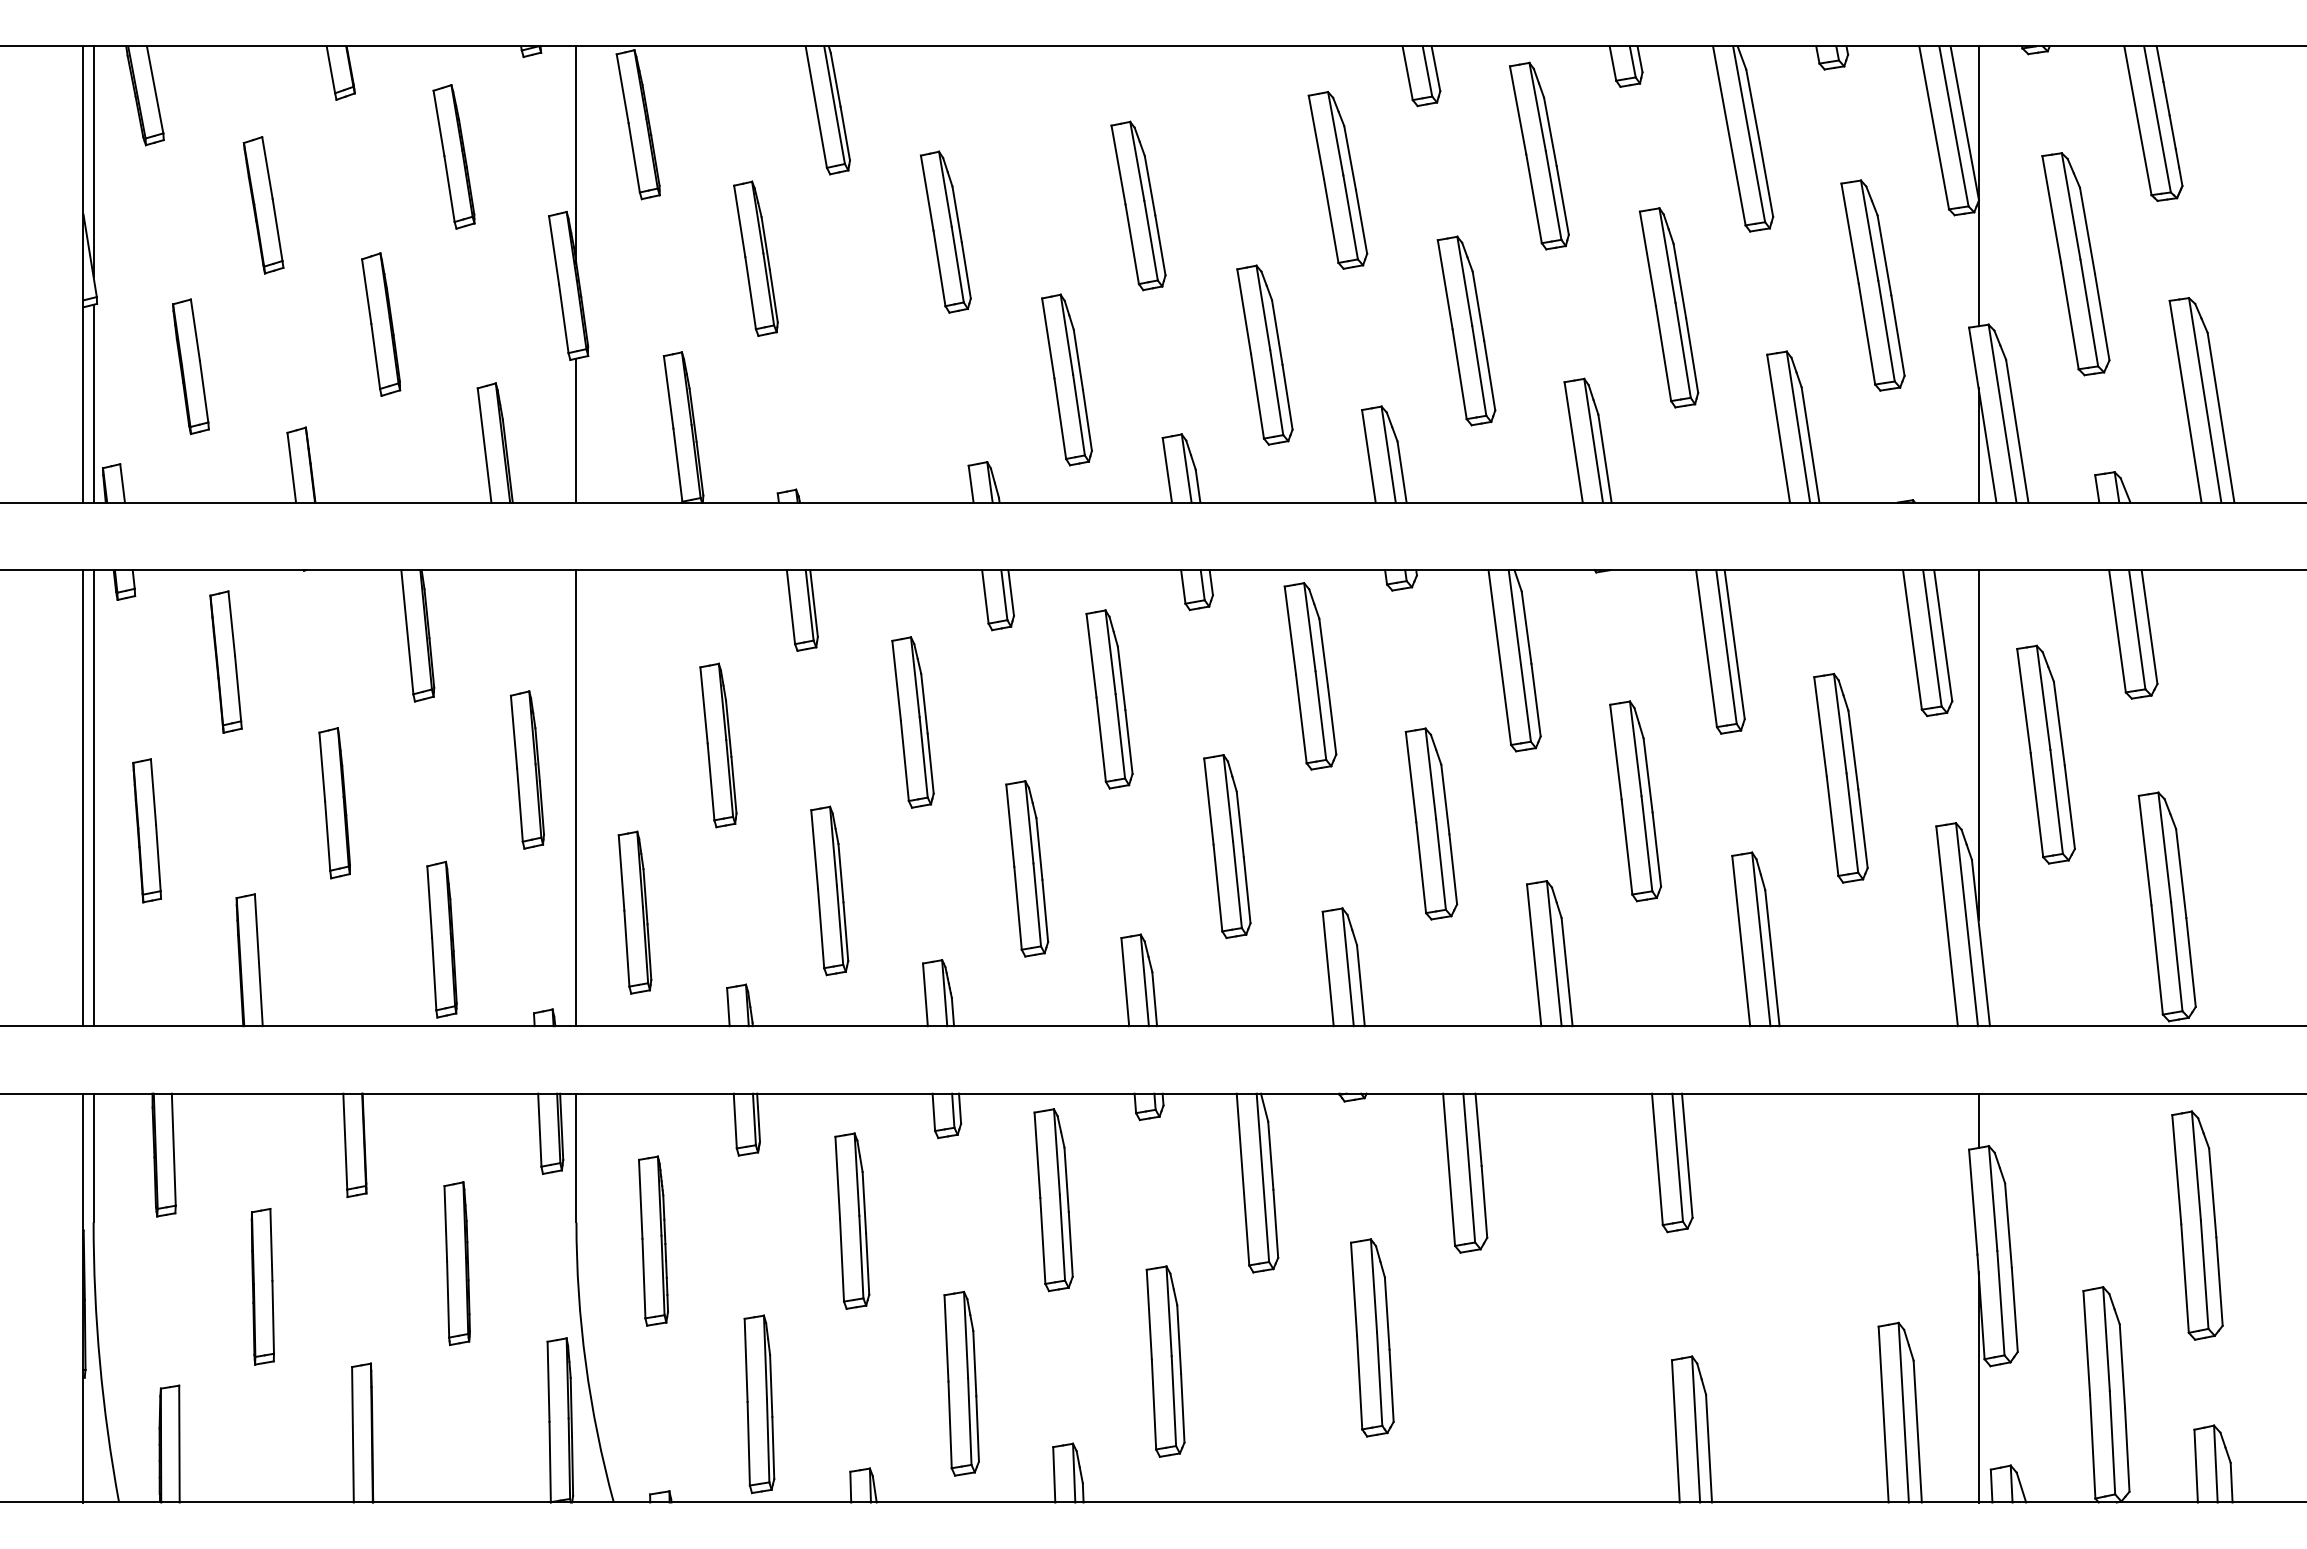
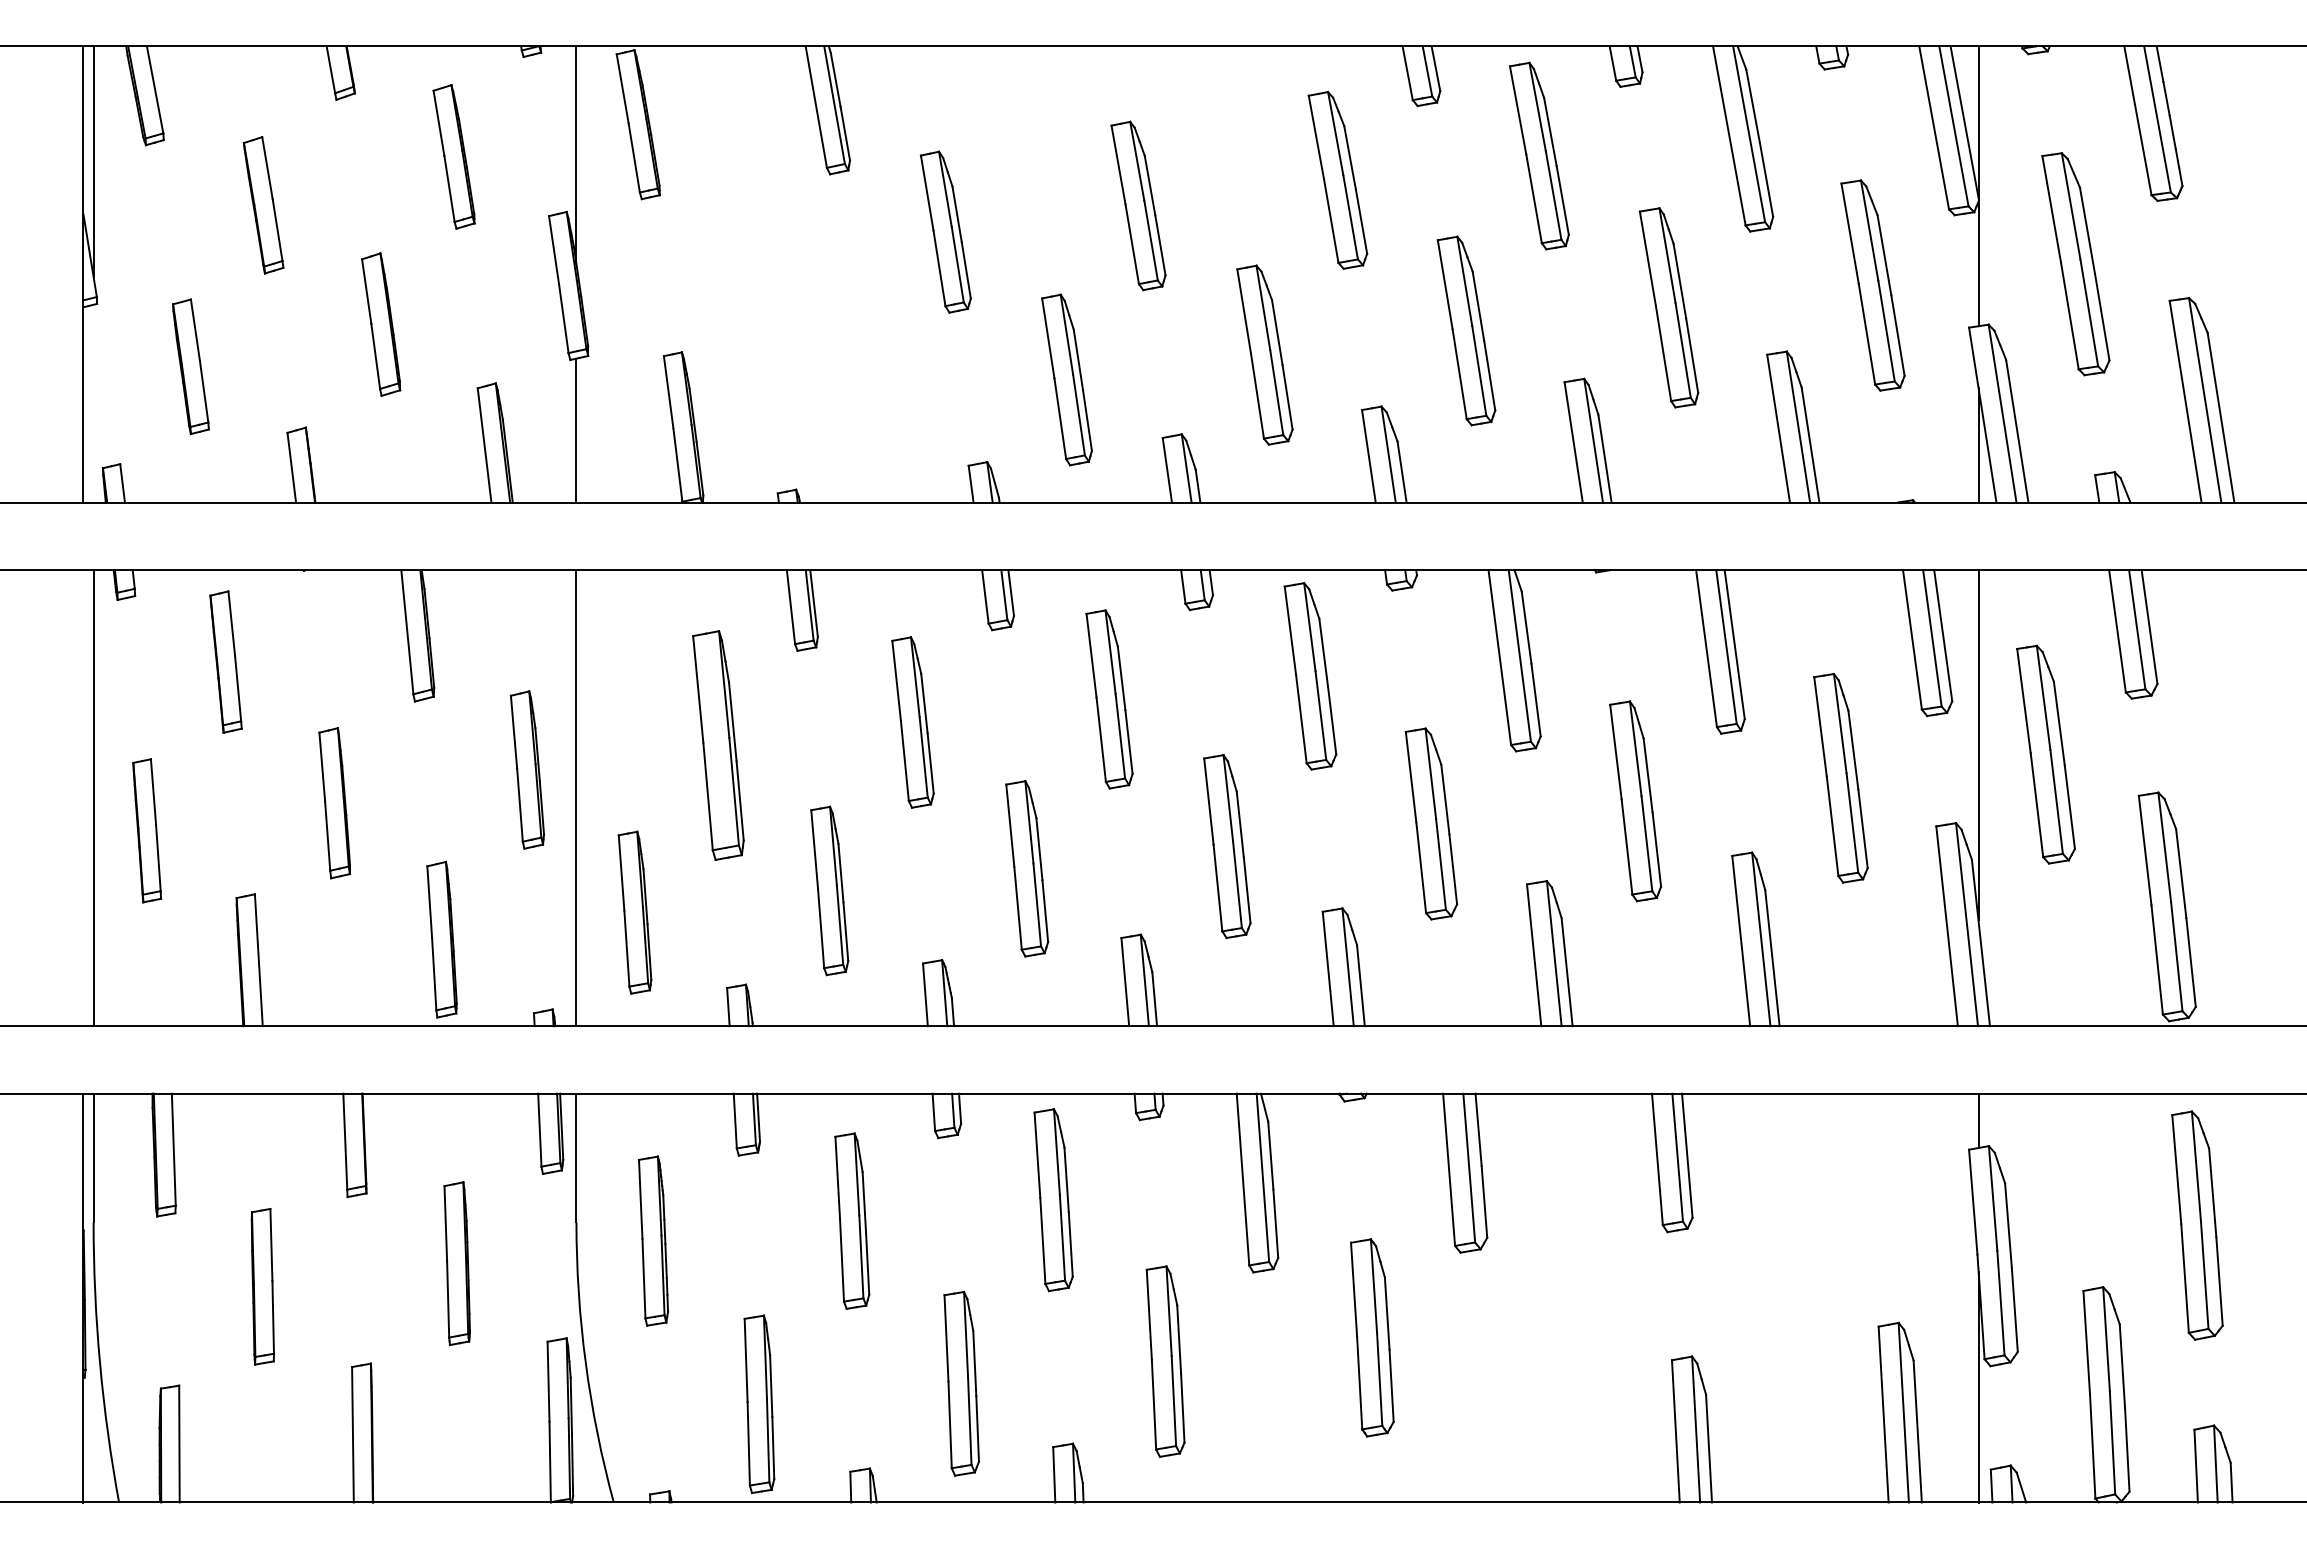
part at (755, 258): present -> none
line at (93, 403): present -> none
part at (718, 745) size: 39x167 px -> 53x231 px
line at (83, 798): present -> none
